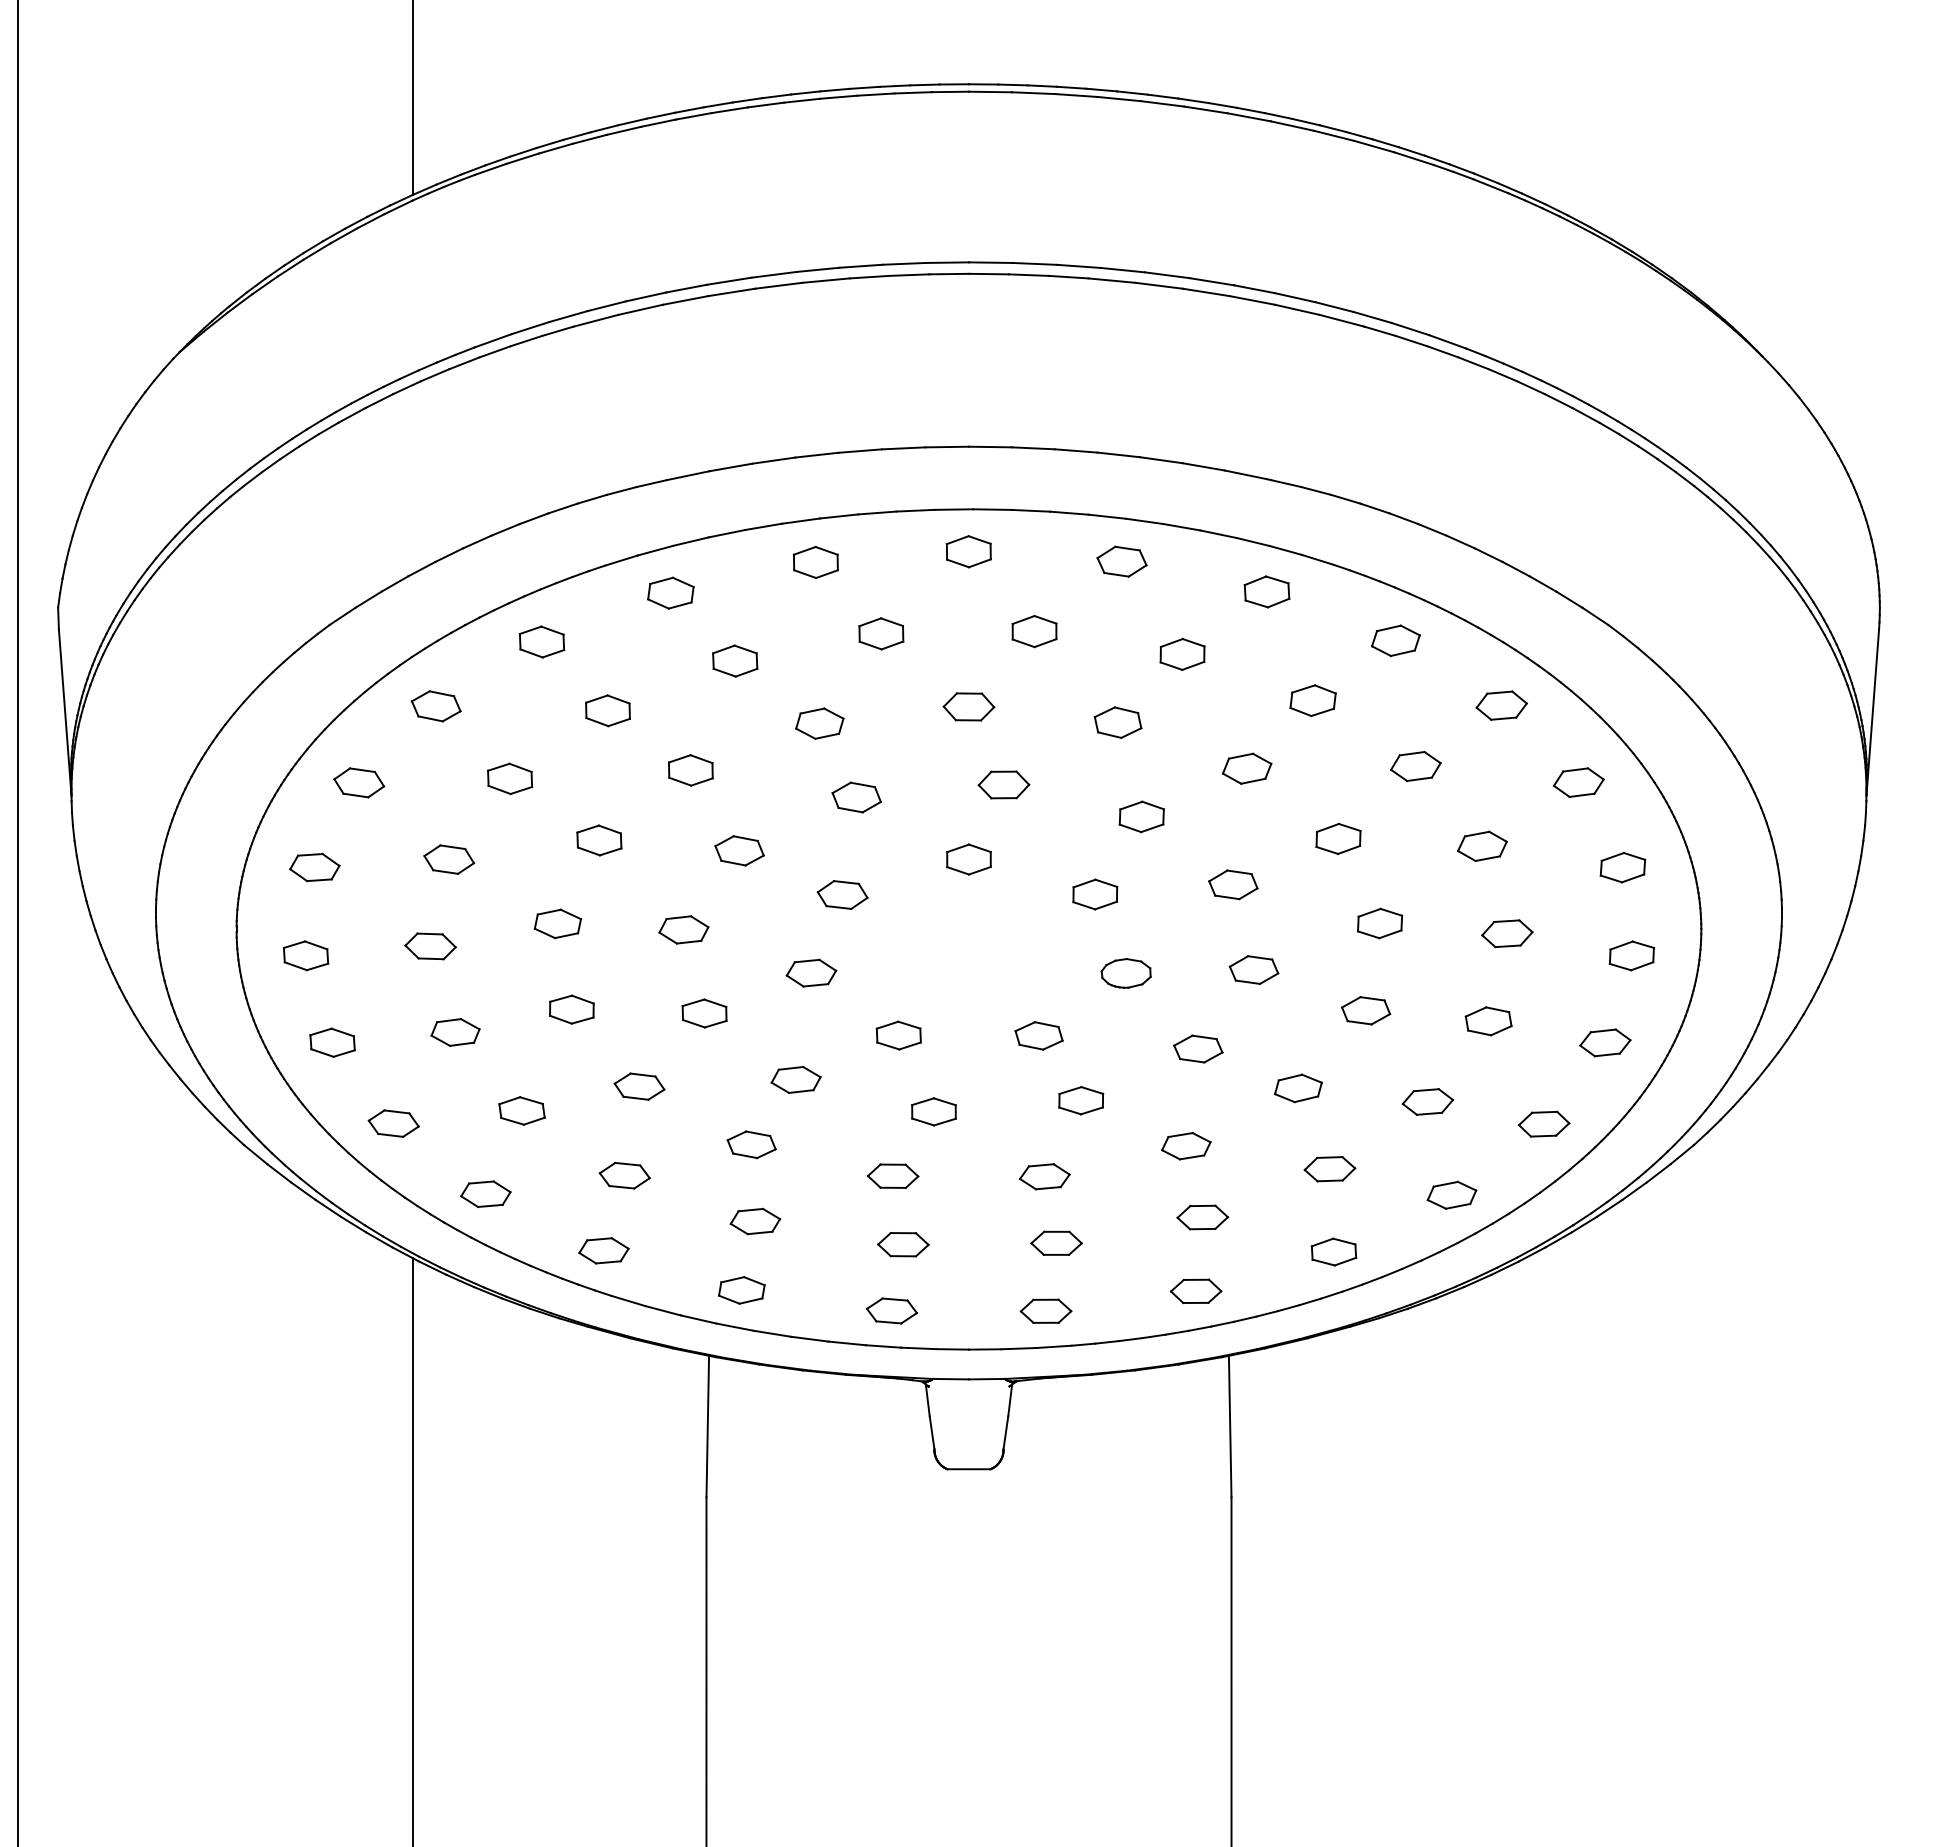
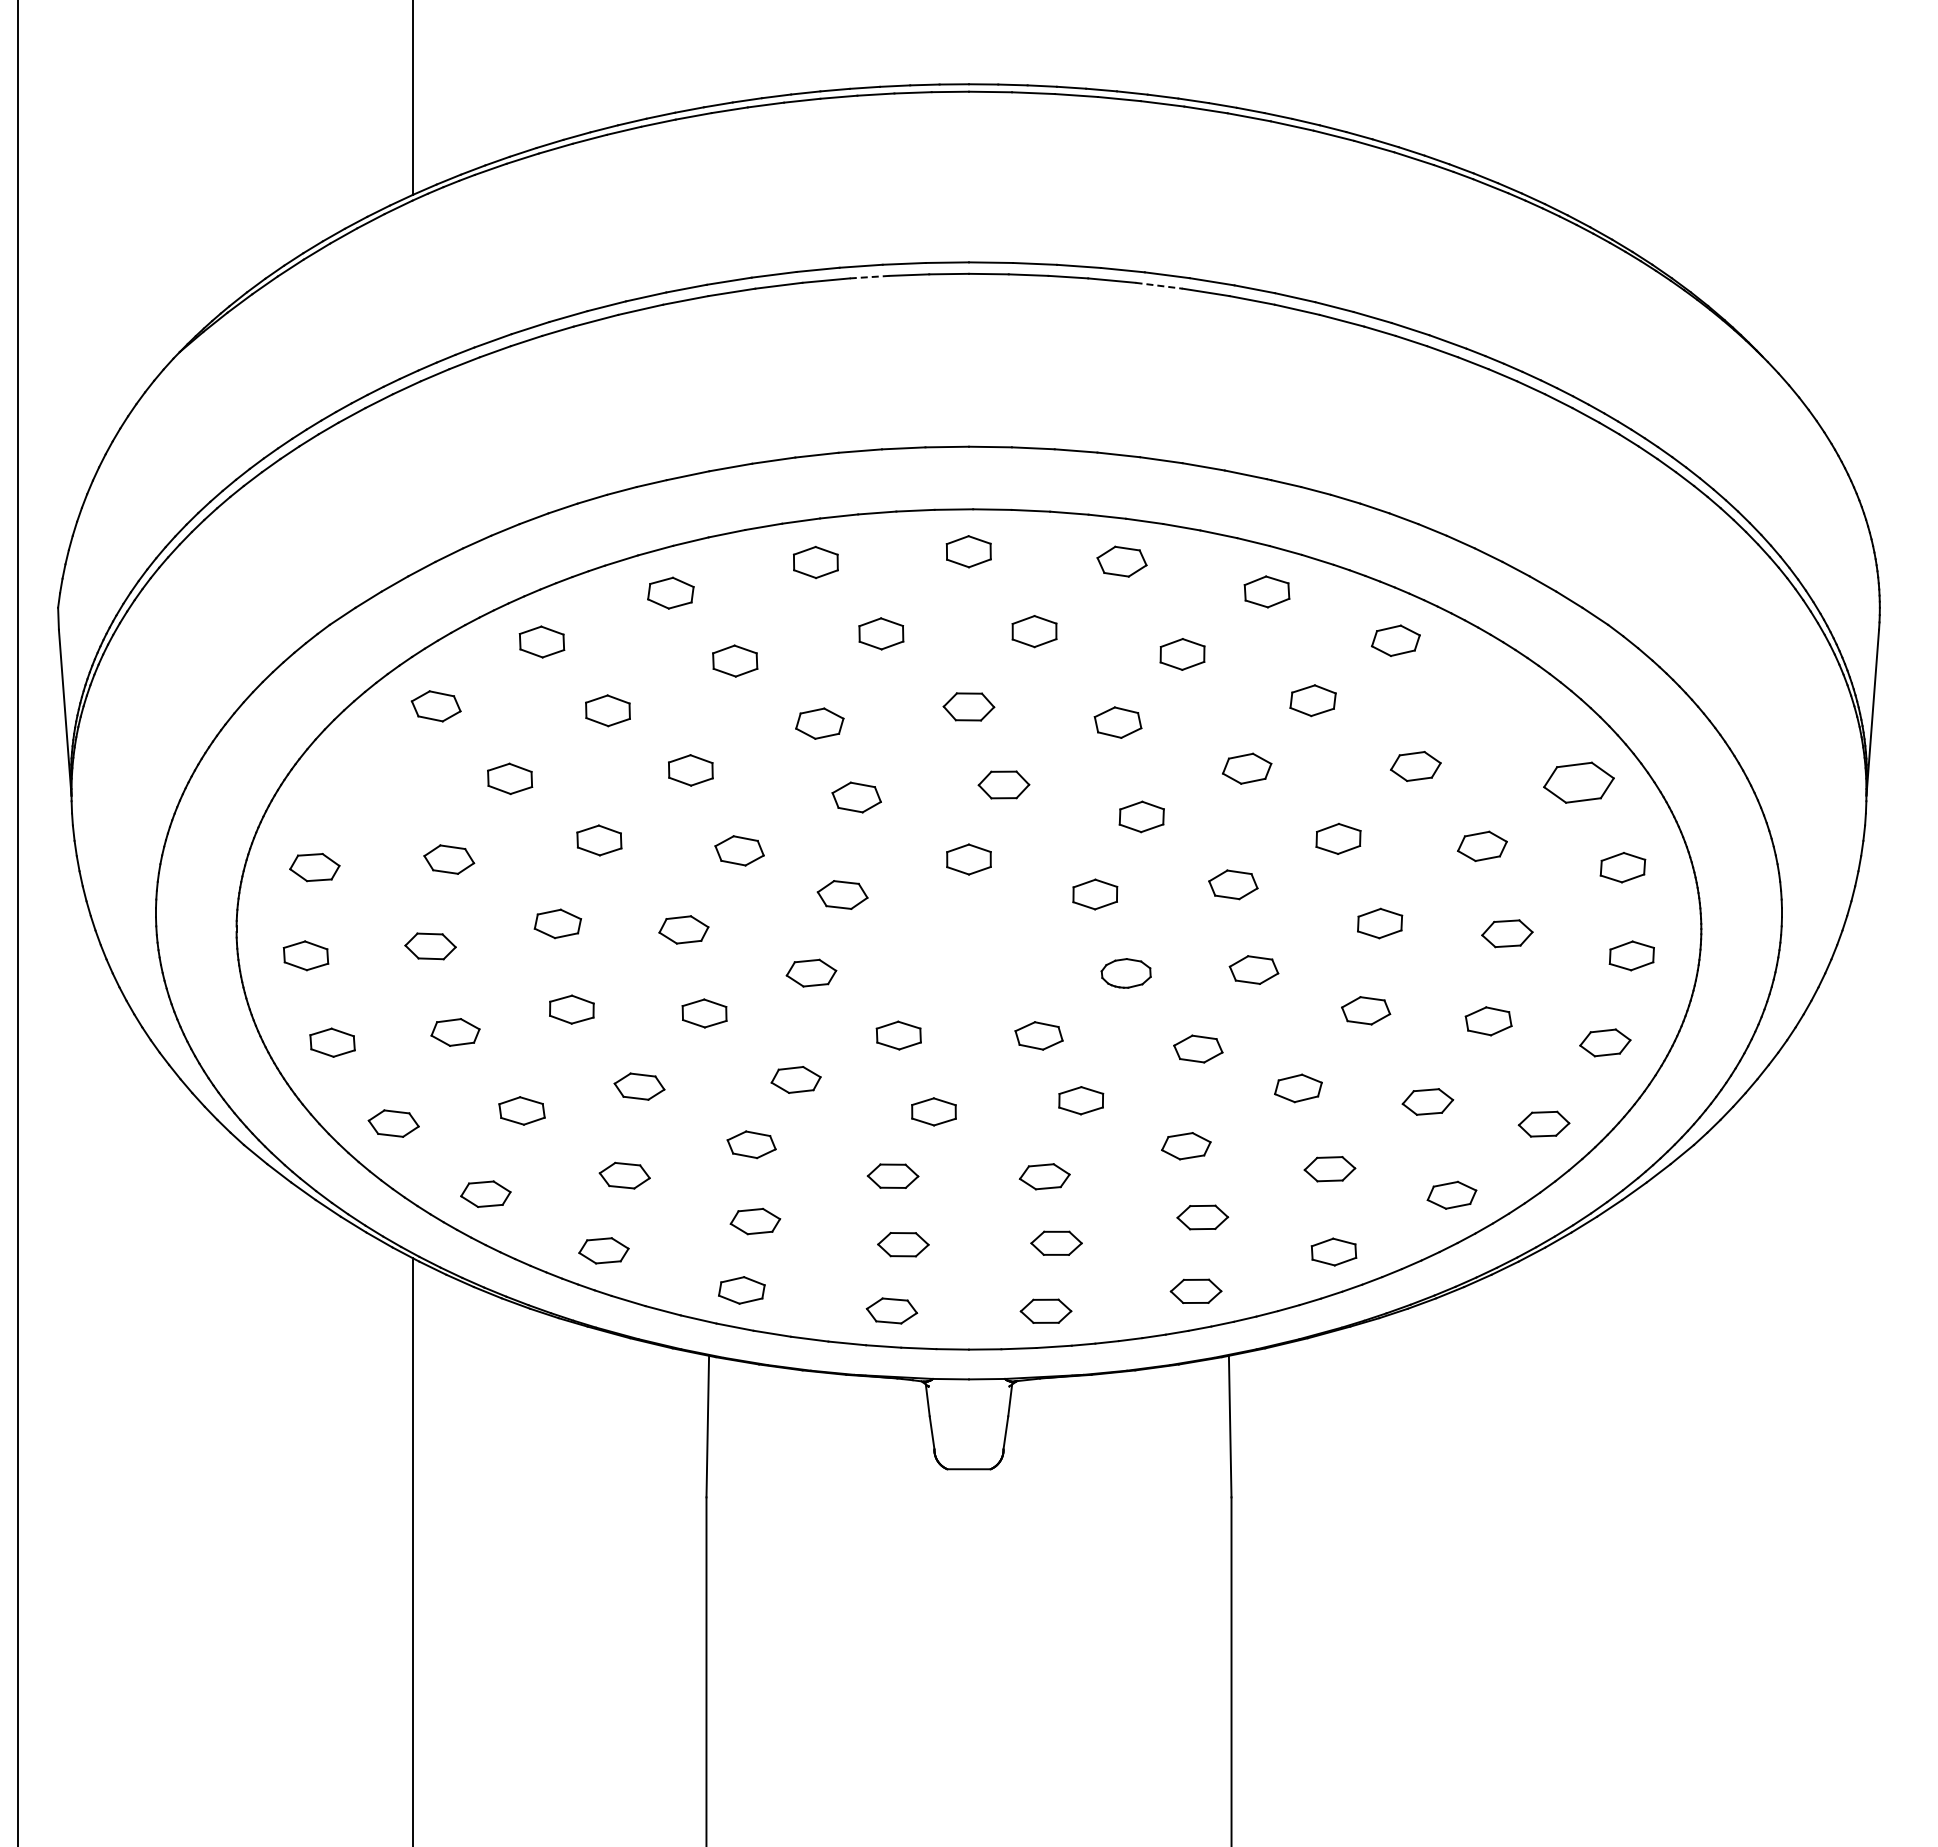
line at (869, 277): solid -> dashed
line at (1159, 285): solid -> dashed
part at (1501, 705): present -> none
part at (359, 782): present -> none
part at (1578, 782) size: 53x31 px -> 72x43 px
